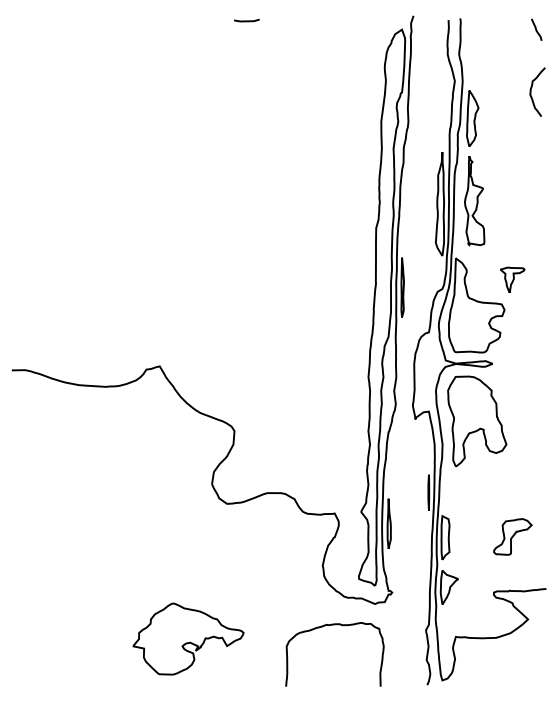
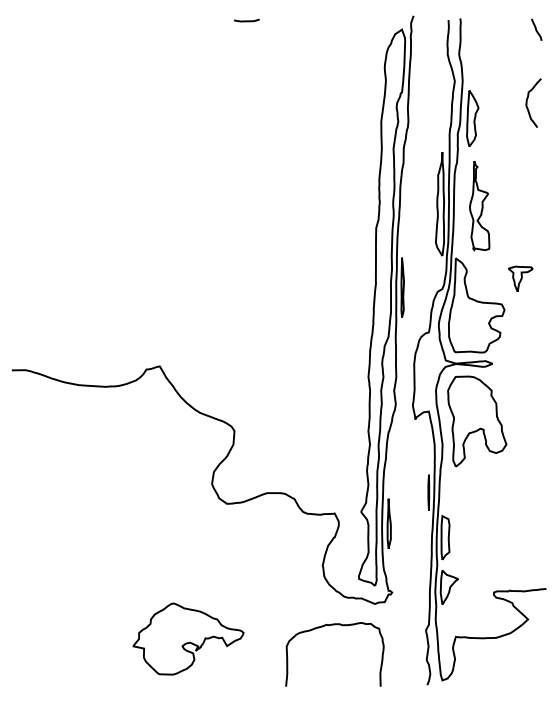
curve at (531, 91) position: (531, 91) -> (527, 102)
part at (474, 201) position: (474, 201) -> (479, 206)
part at (512, 279) position: (512, 279) -> (520, 278)
part at (512, 536): present -> none
